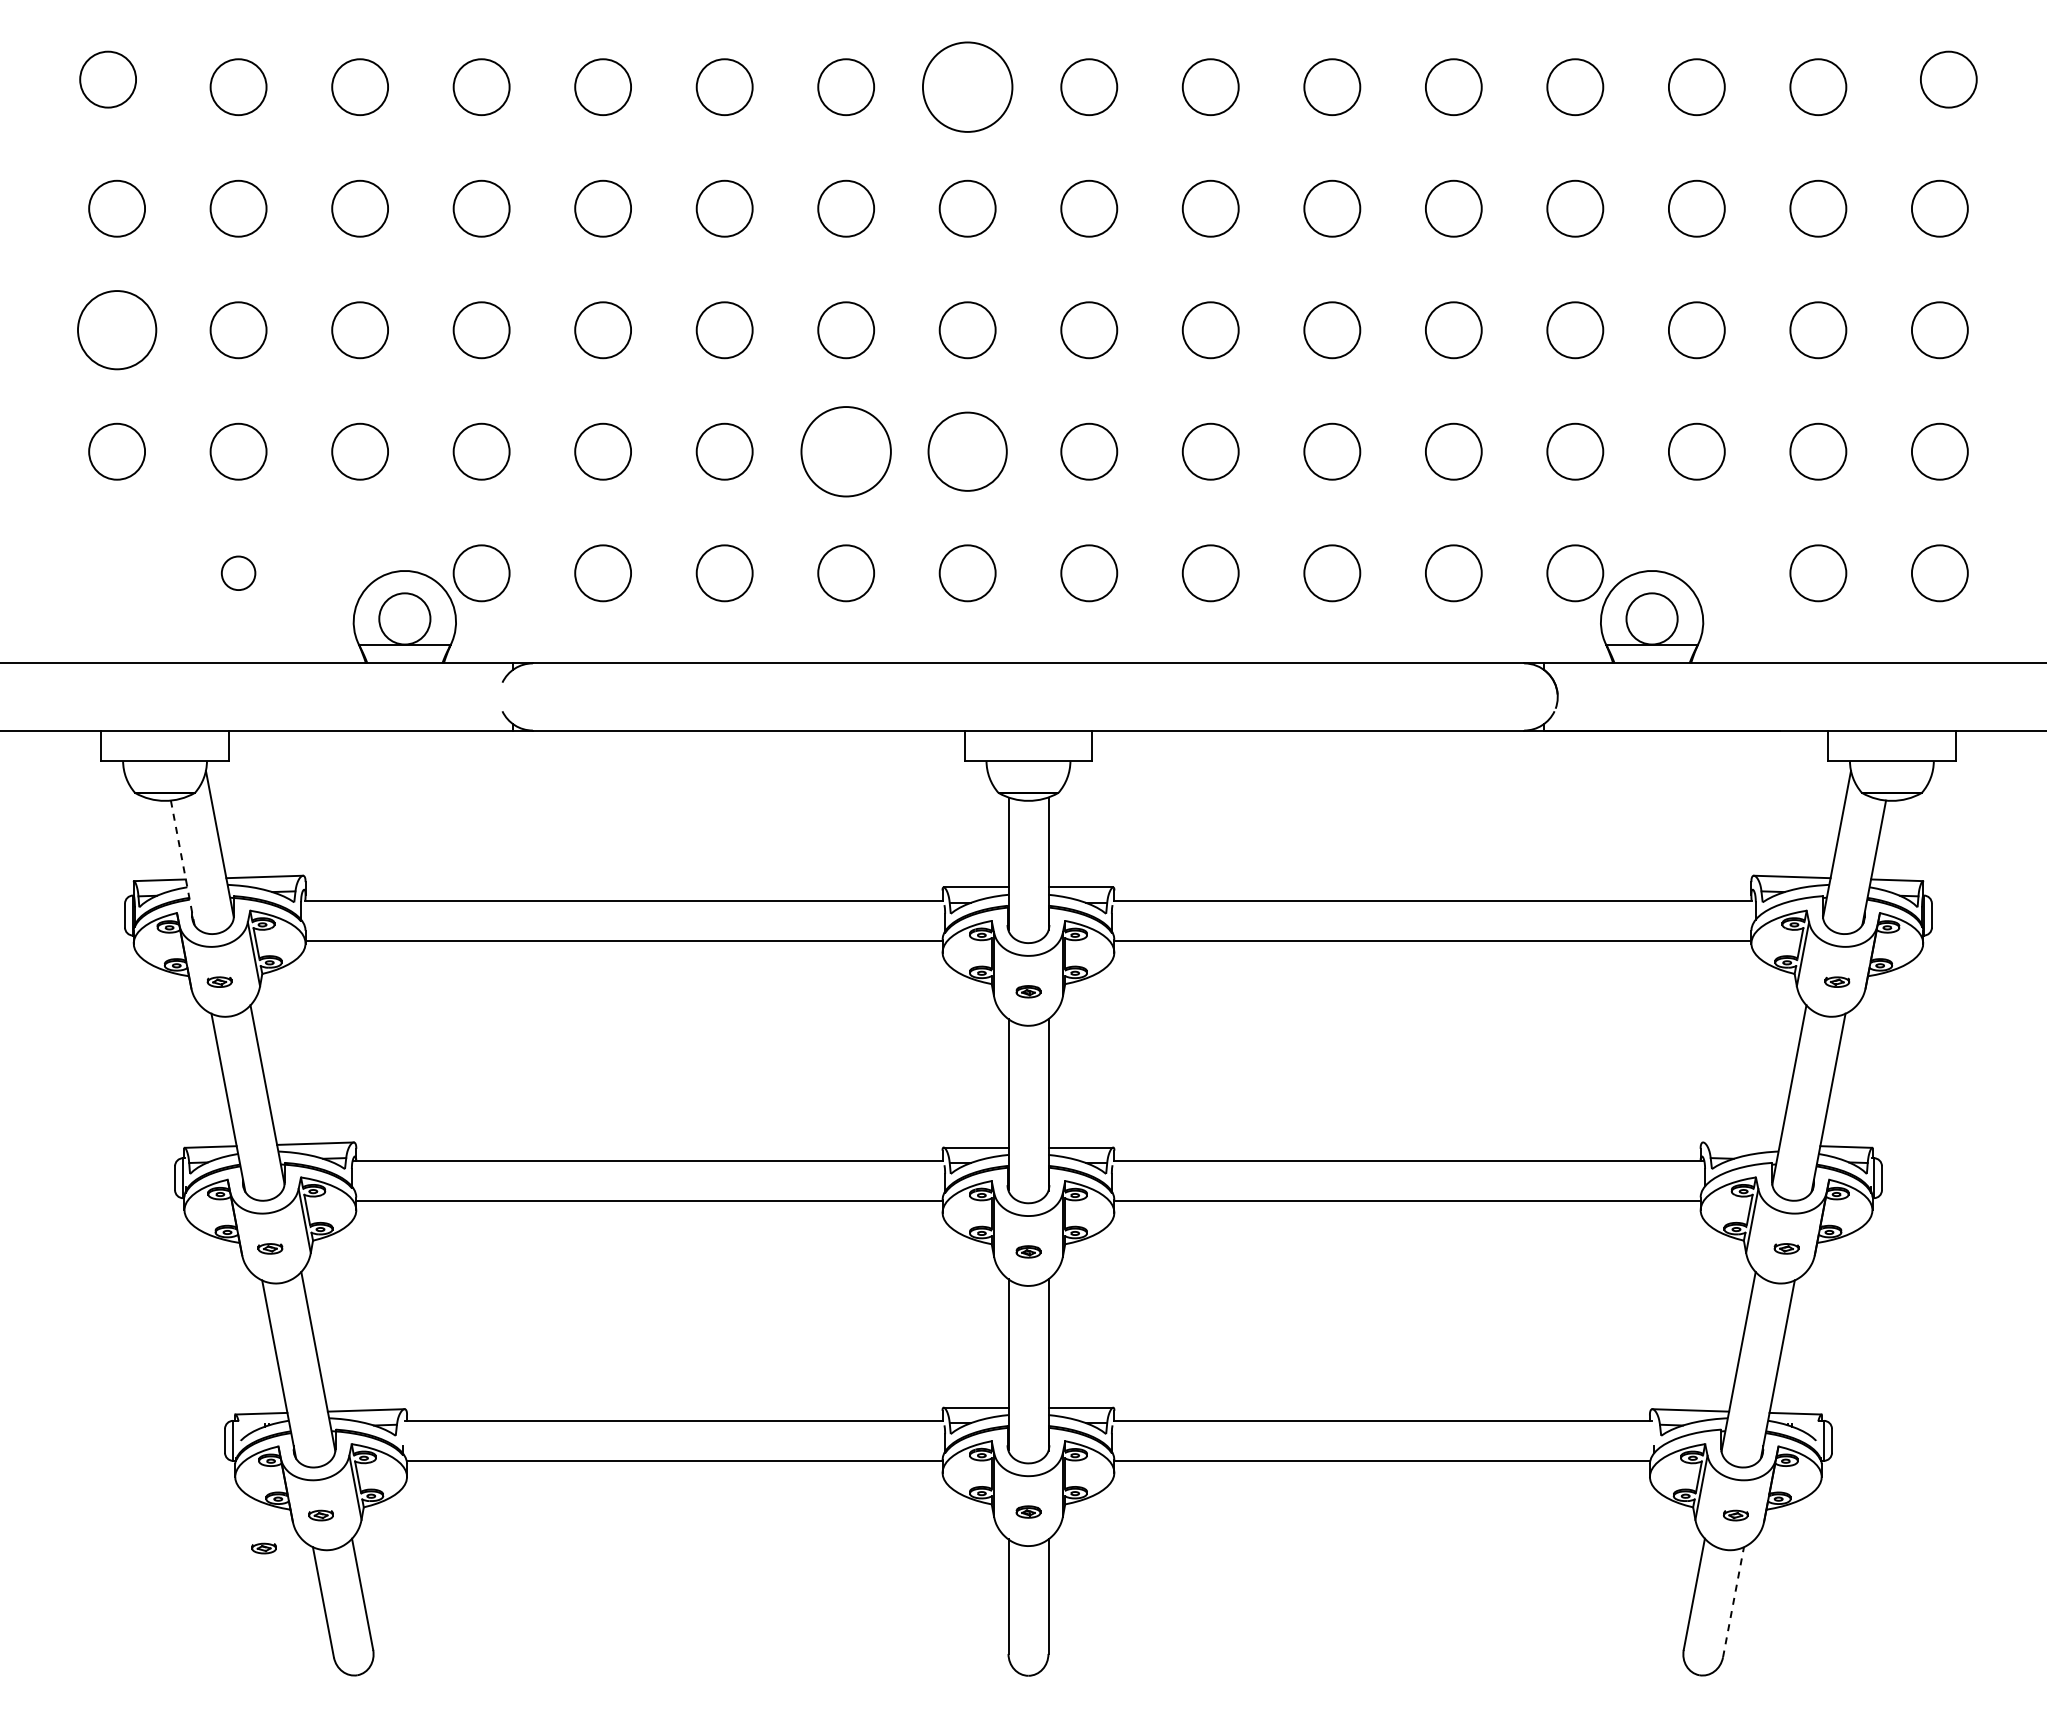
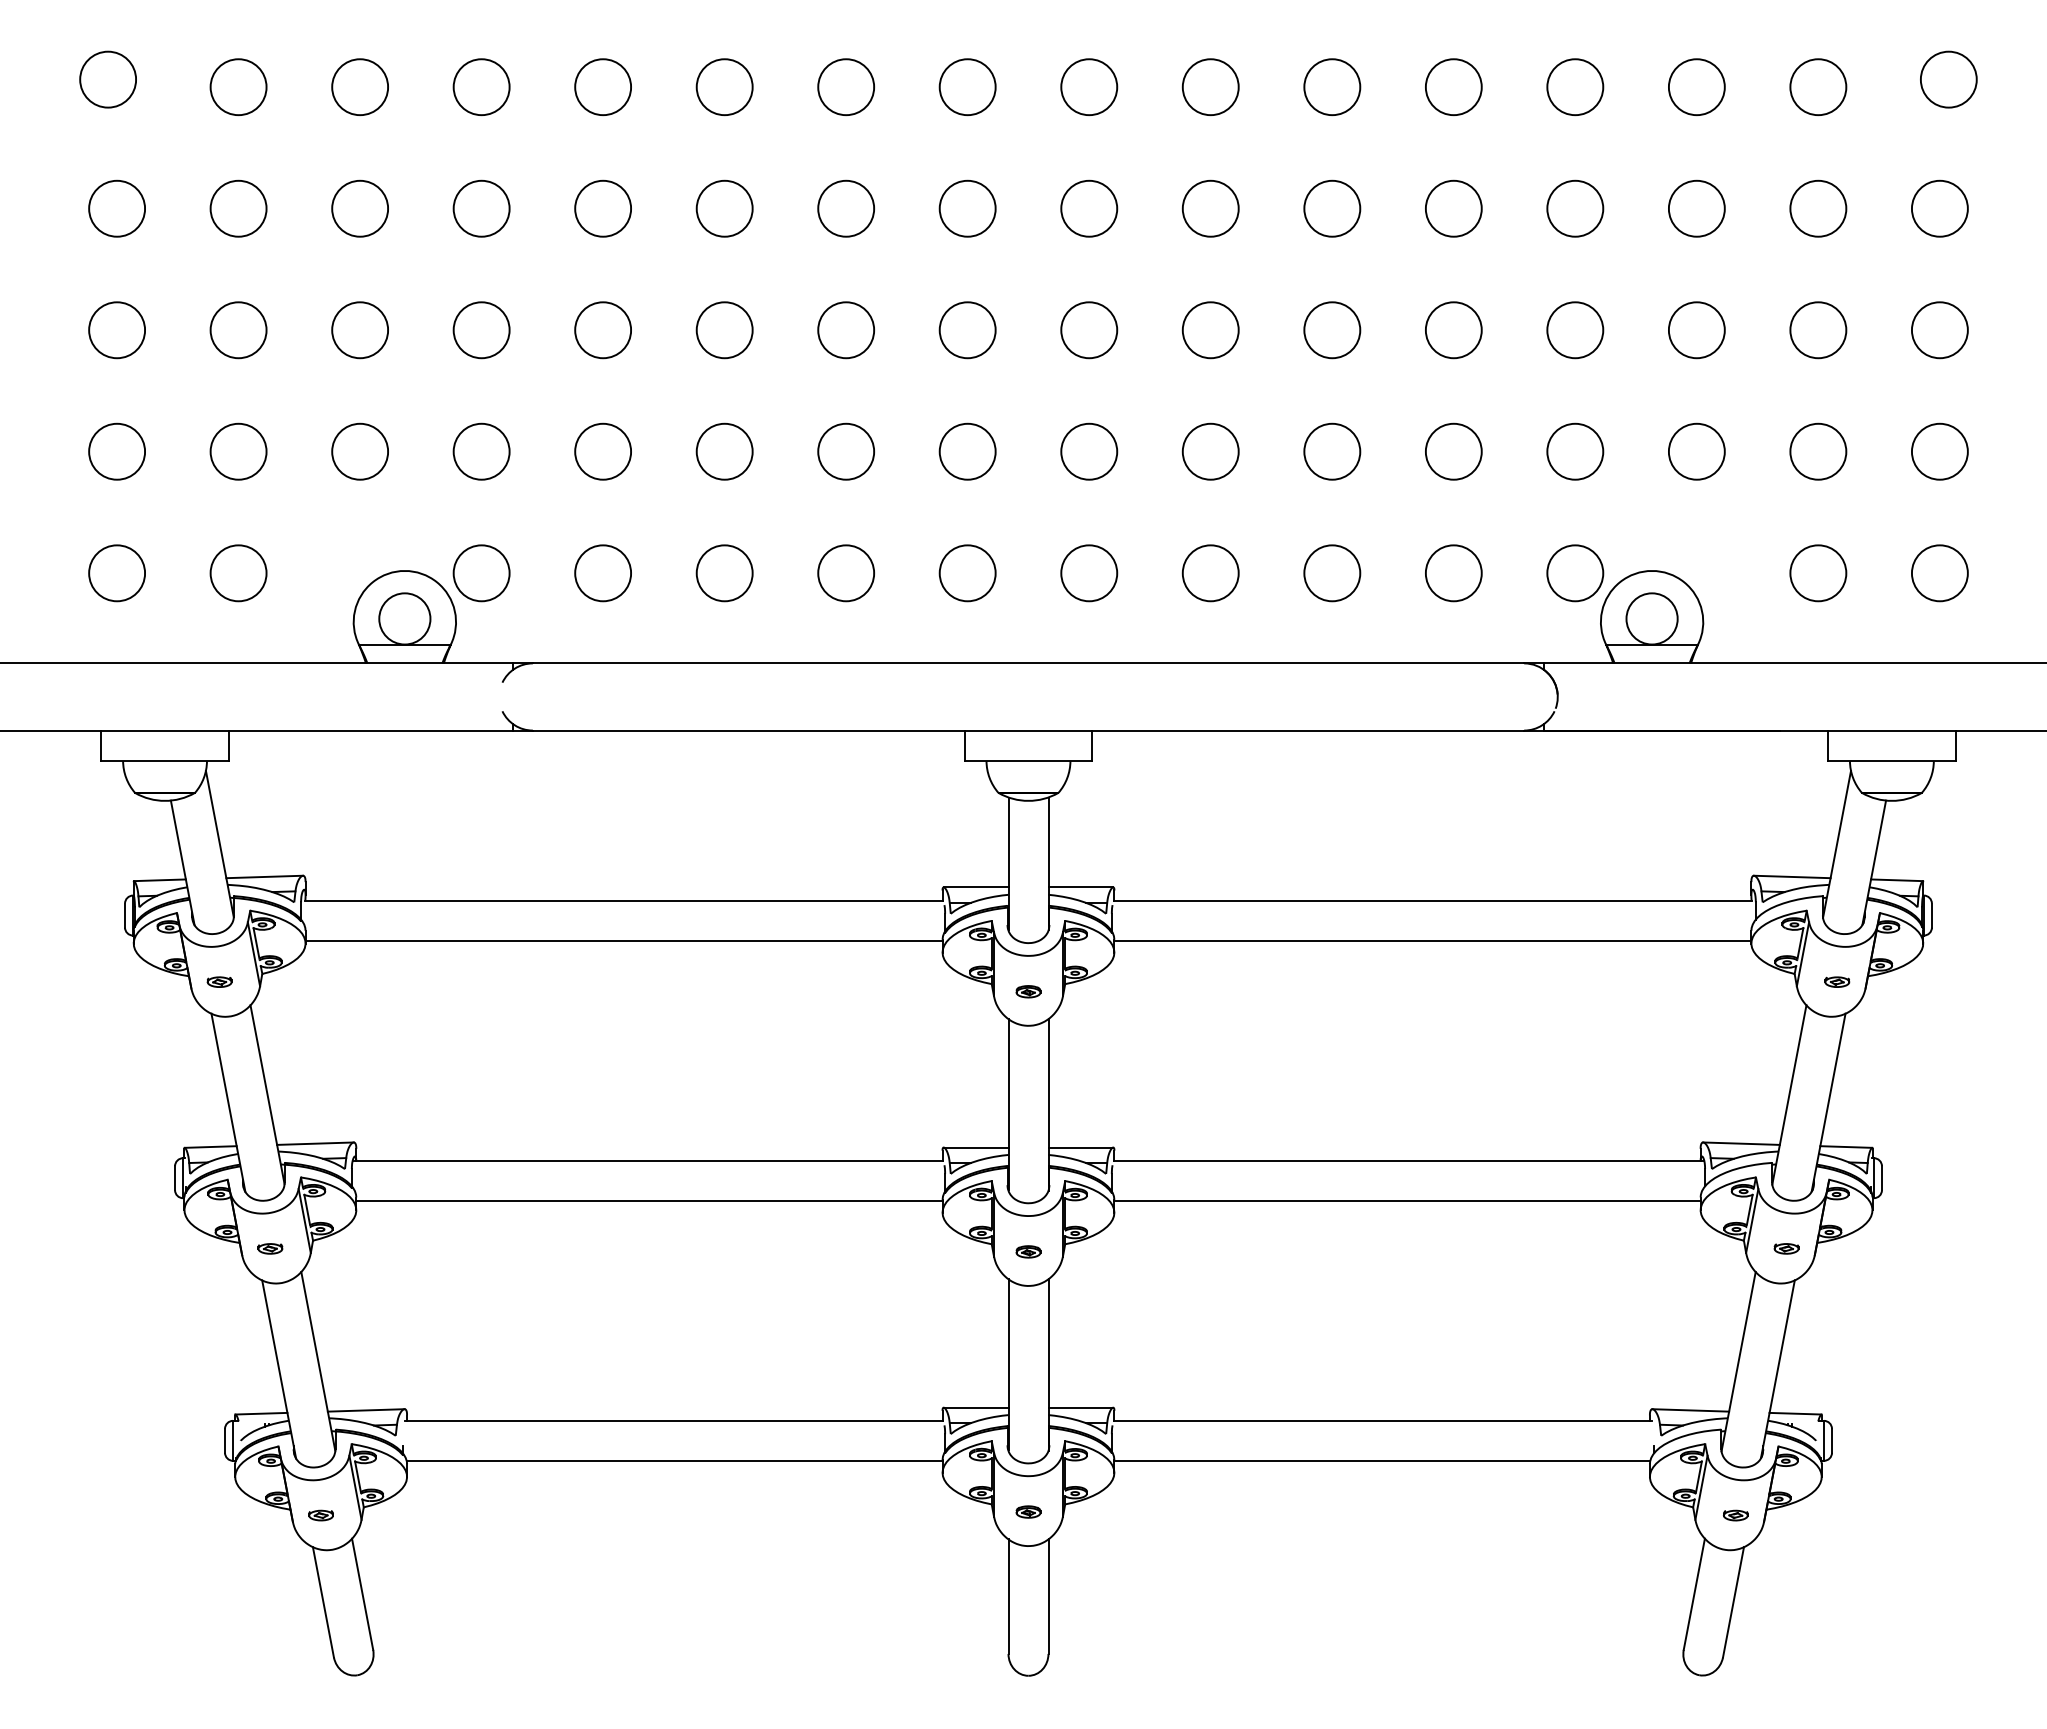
circle at (967, 86) diameter: 89 px -> 56 px
circle at (117, 330) size: 81x81 px -> 58x59 px
circle at (845, 451) diameter: 89 px -> 56 px
circle at (967, 451) diameter: 78 px -> 56 px
circle at (116, 573): none -> present
circle at (238, 573) diameter: 34 px -> 56 px
line at (182, 863): dashed -> solid
line at (1741, 1143): none -> present
part at (263, 1548): present -> none
line at (1733, 1601): dashed -> solid
